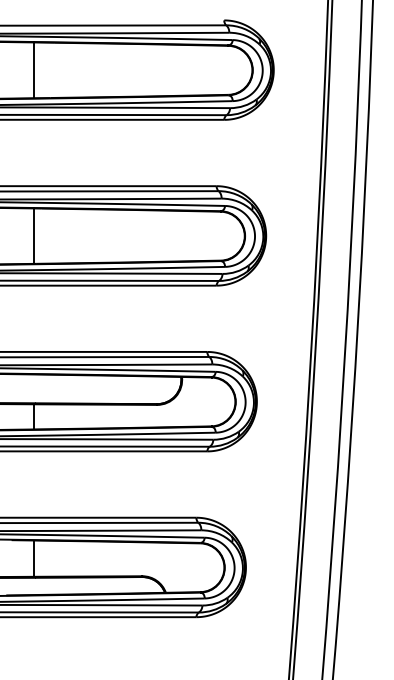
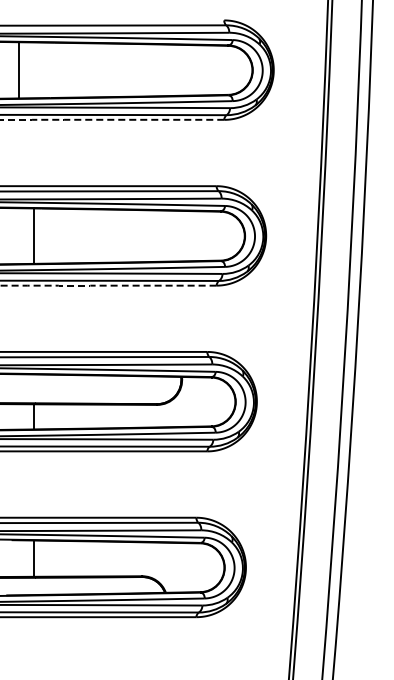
line at (34, 70) position: (34, 70) -> (19, 70)
arc at (112, 119): solid -> dashed
arc at (108, 285): solid -> dashed
